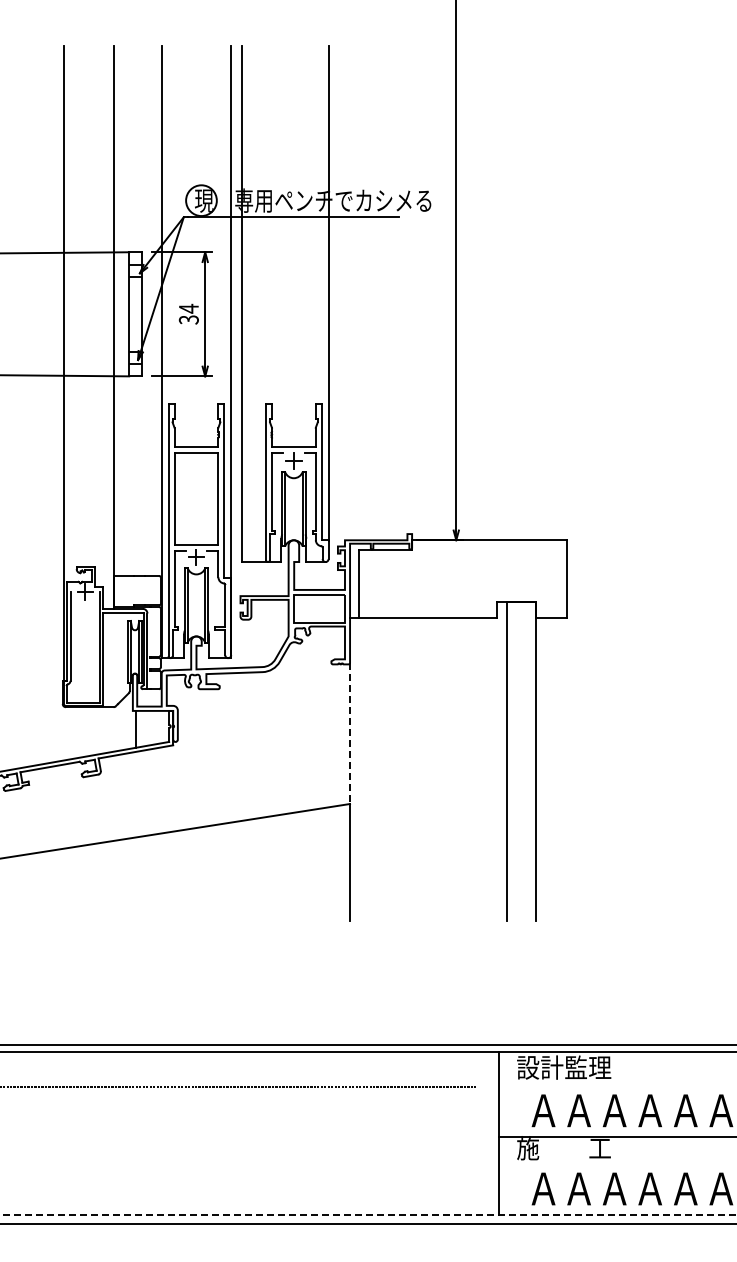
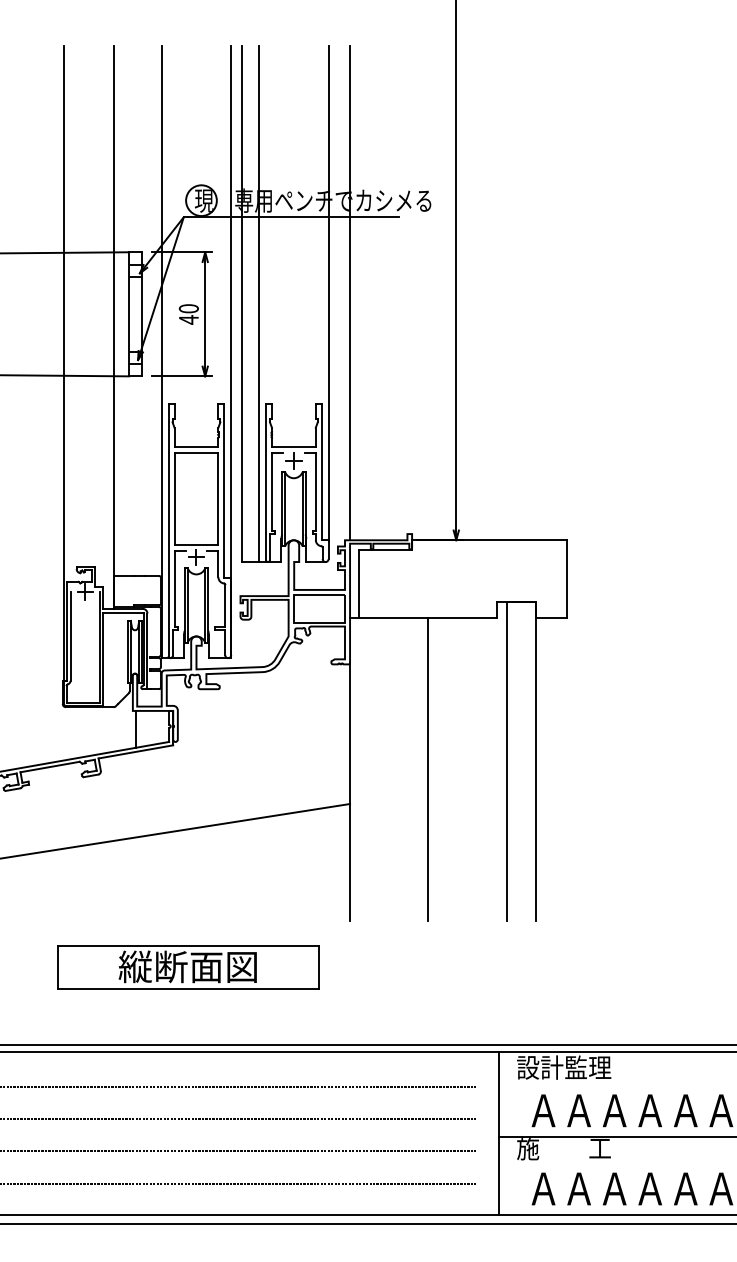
line at (350, 292): none -> present
line at (259, 303): none -> present
text at (188, 313): 34 -> 40
line at (350, 733): dashed -> solid
line at (427, 769): none -> present
part at (188, 967): none -> present
line at (239, 1119): none -> present
line at (239, 1151): none -> present
line at (239, 1183): none -> present
line at (368, 1214): dashed -> solid
